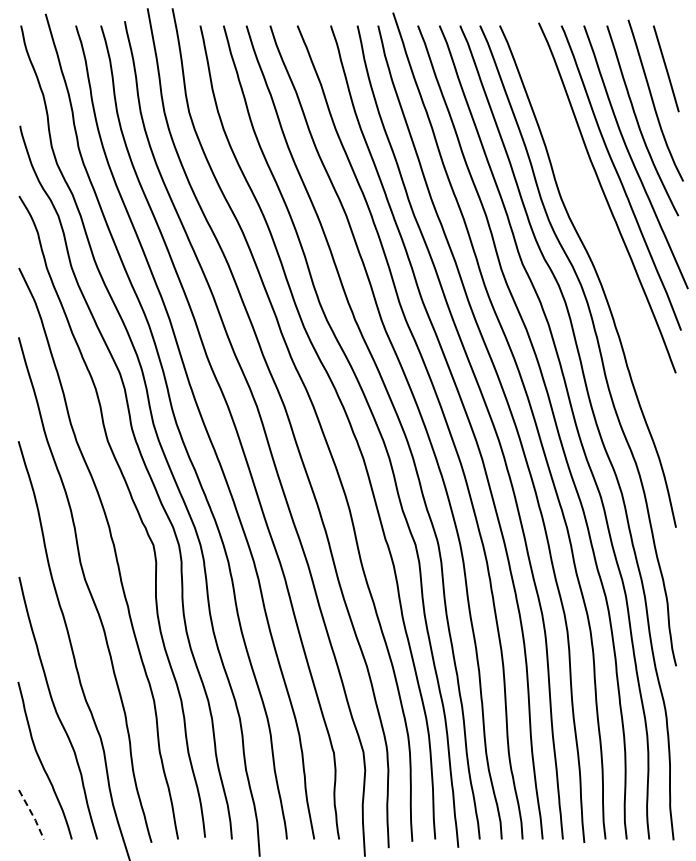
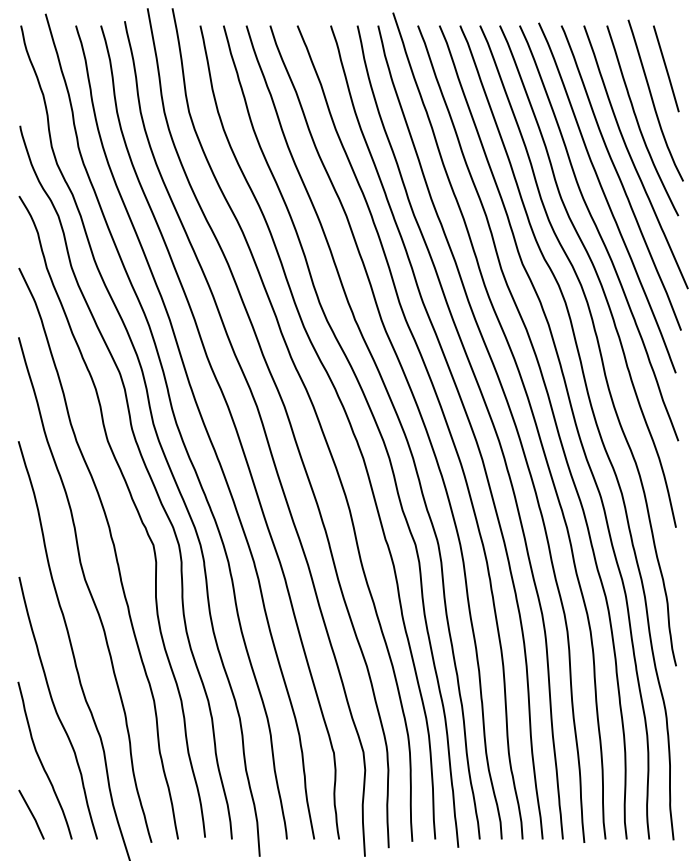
curve at (599, 233): none -> present
line at (33, 816): dashed -> solid
